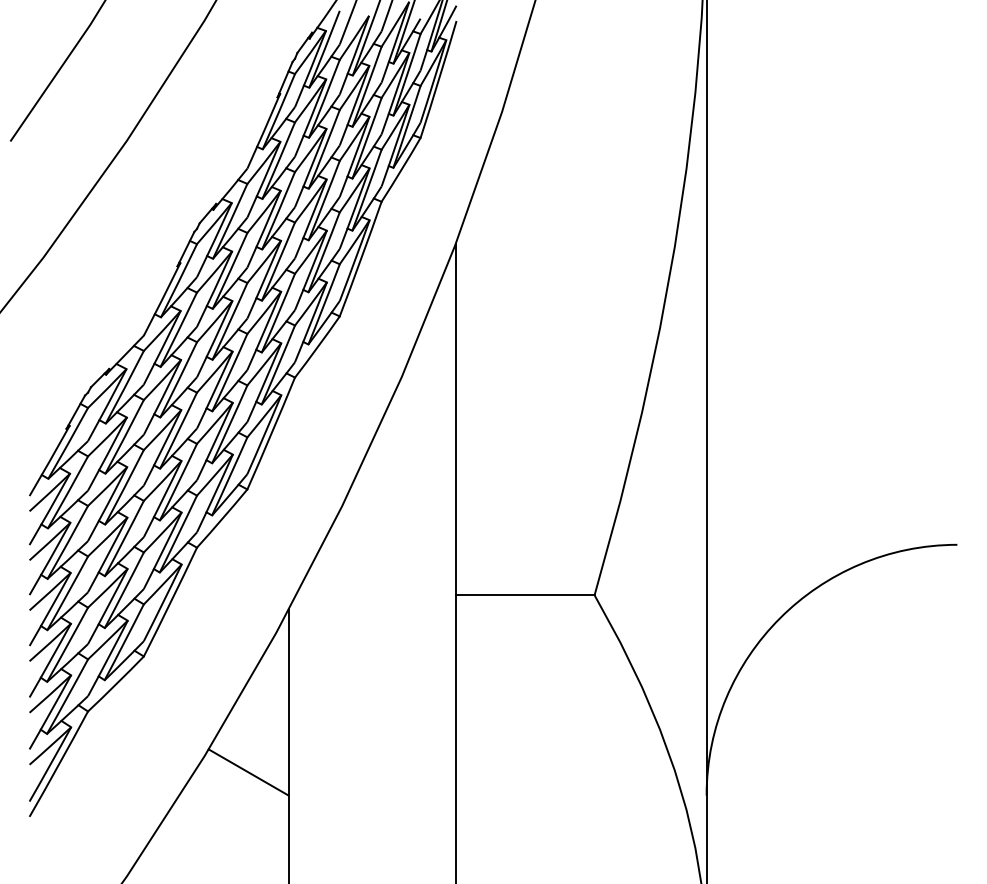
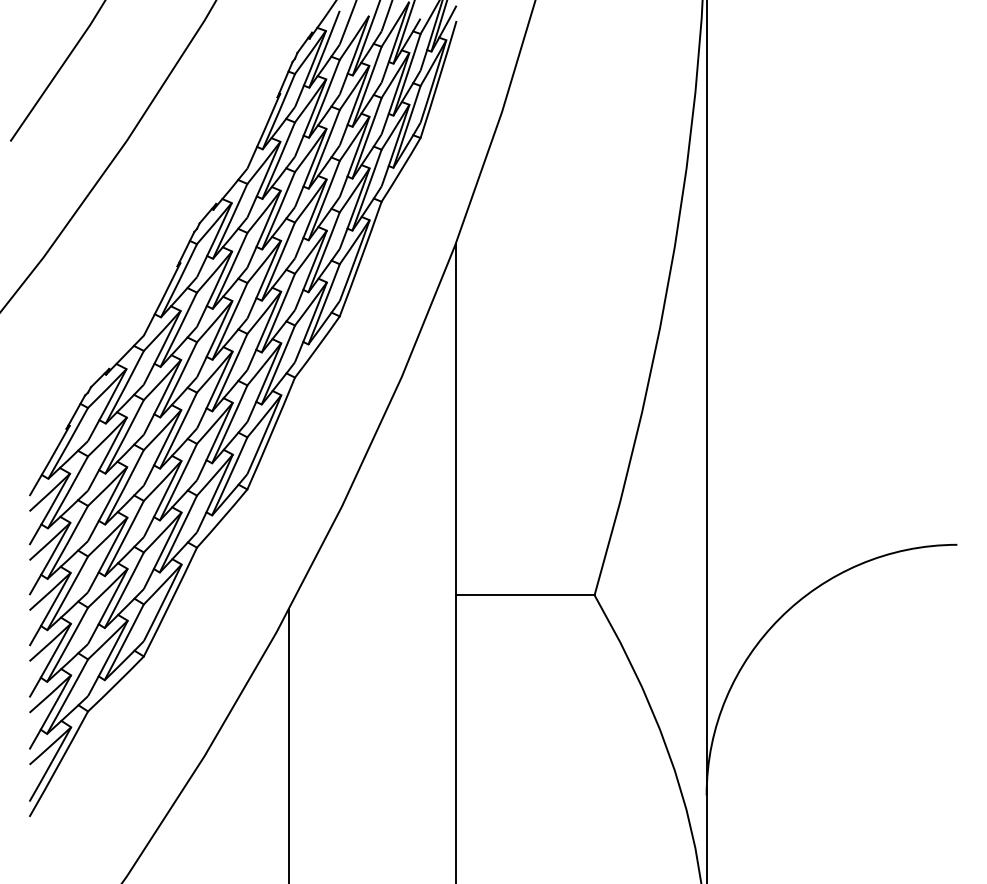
line at (248, 772): present -> none
